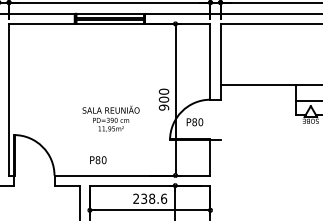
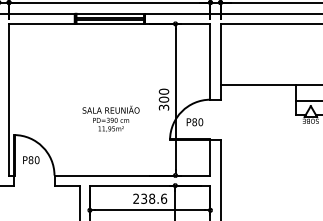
text at (163, 107): 900 -> 300
text at (98, 160) position: (98, 160) -> (31, 160)
line at (220, 178): none -> present
